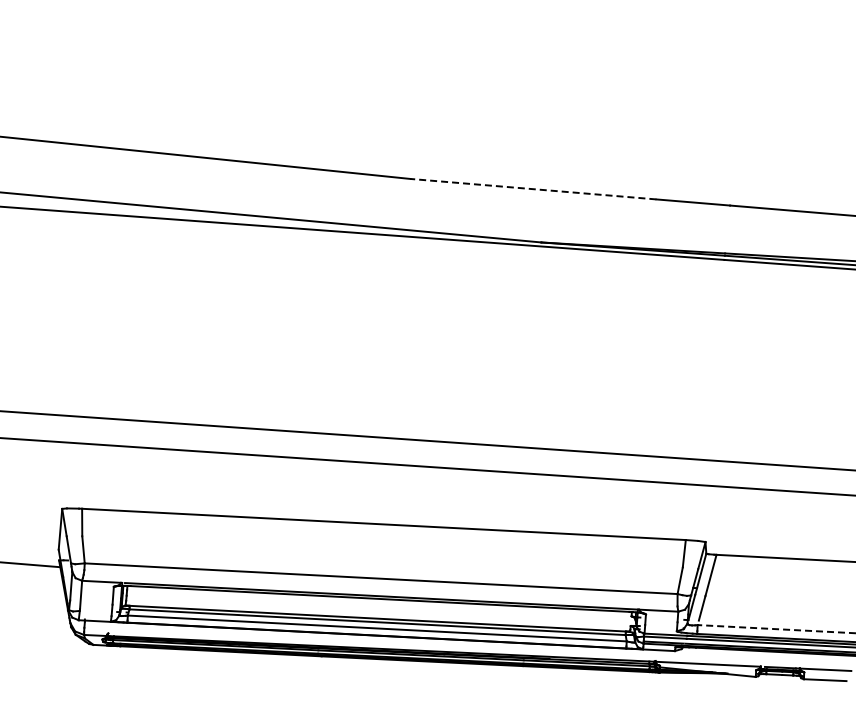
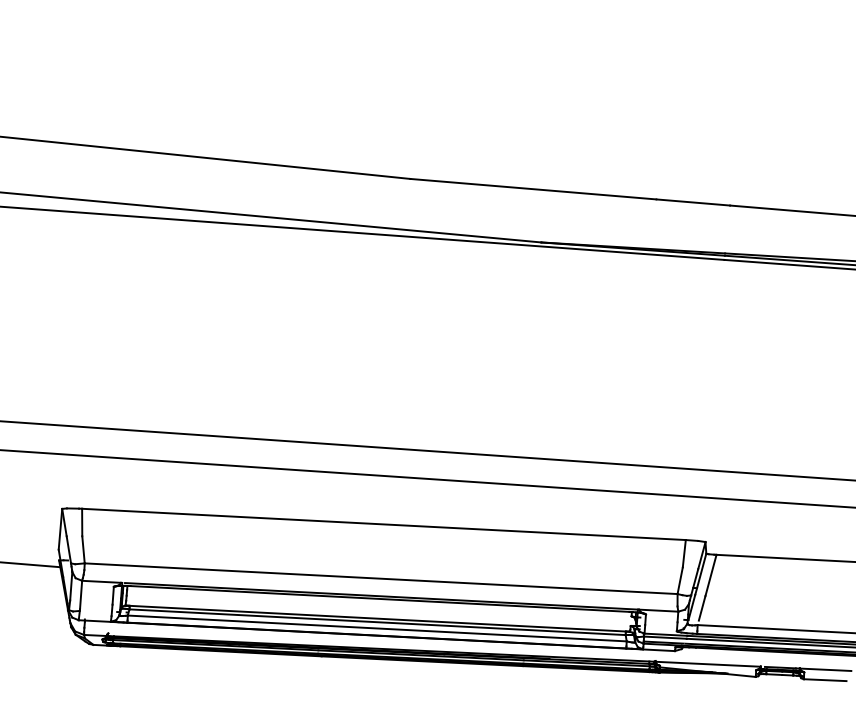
line at (532, 189): dashed -> solid
line at (427, 440) position: (427, 440) -> (427, 450)
line at (427, 466) position: (427, 466) -> (427, 478)
line at (776, 629): dashed -> solid
